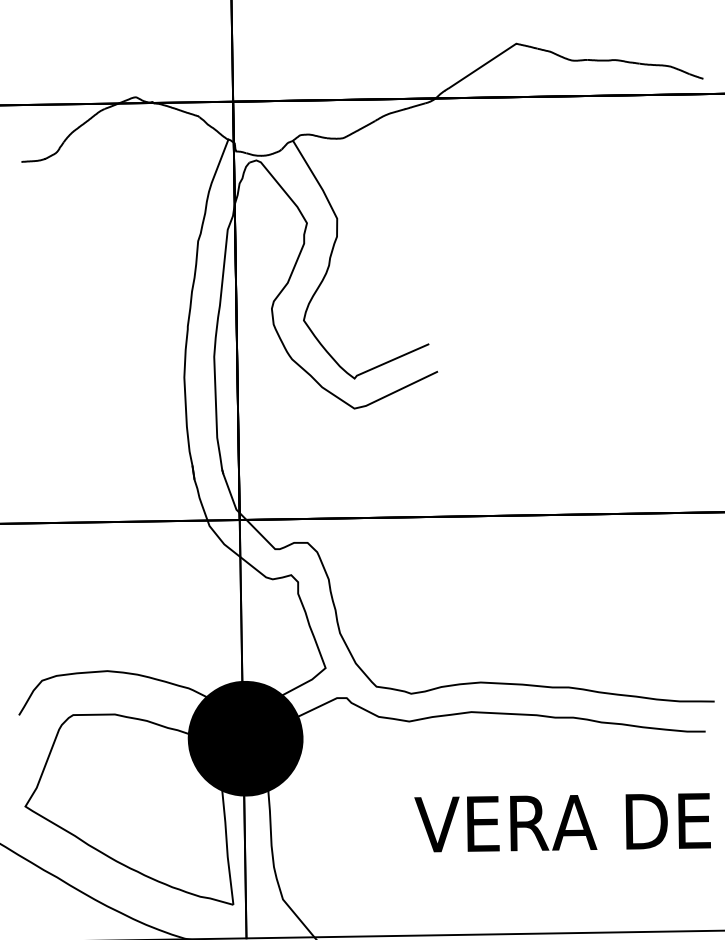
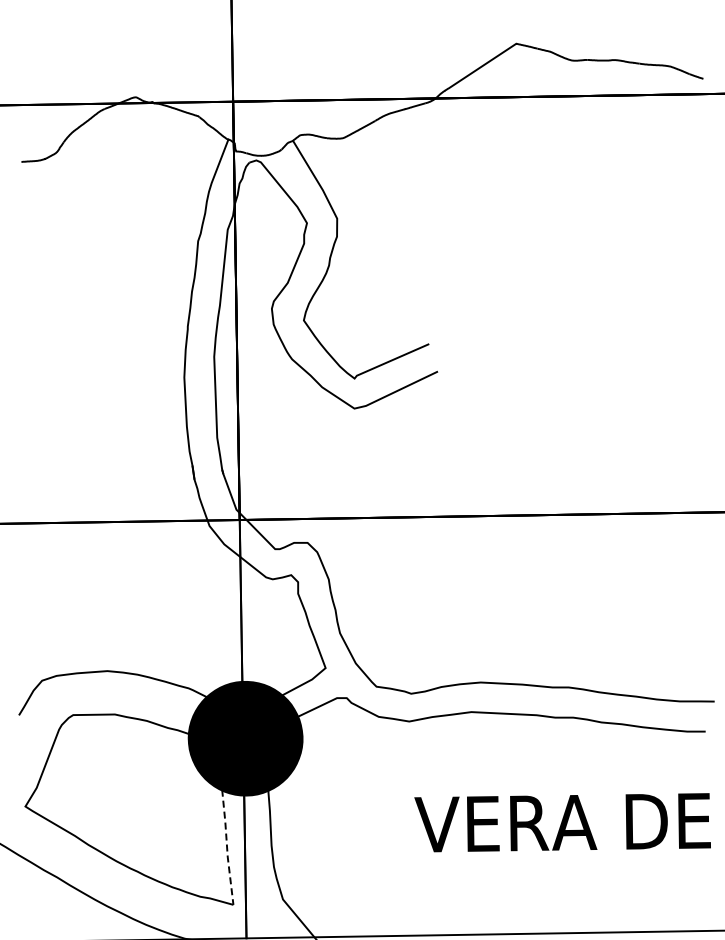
line at (227, 848): solid -> dashed
